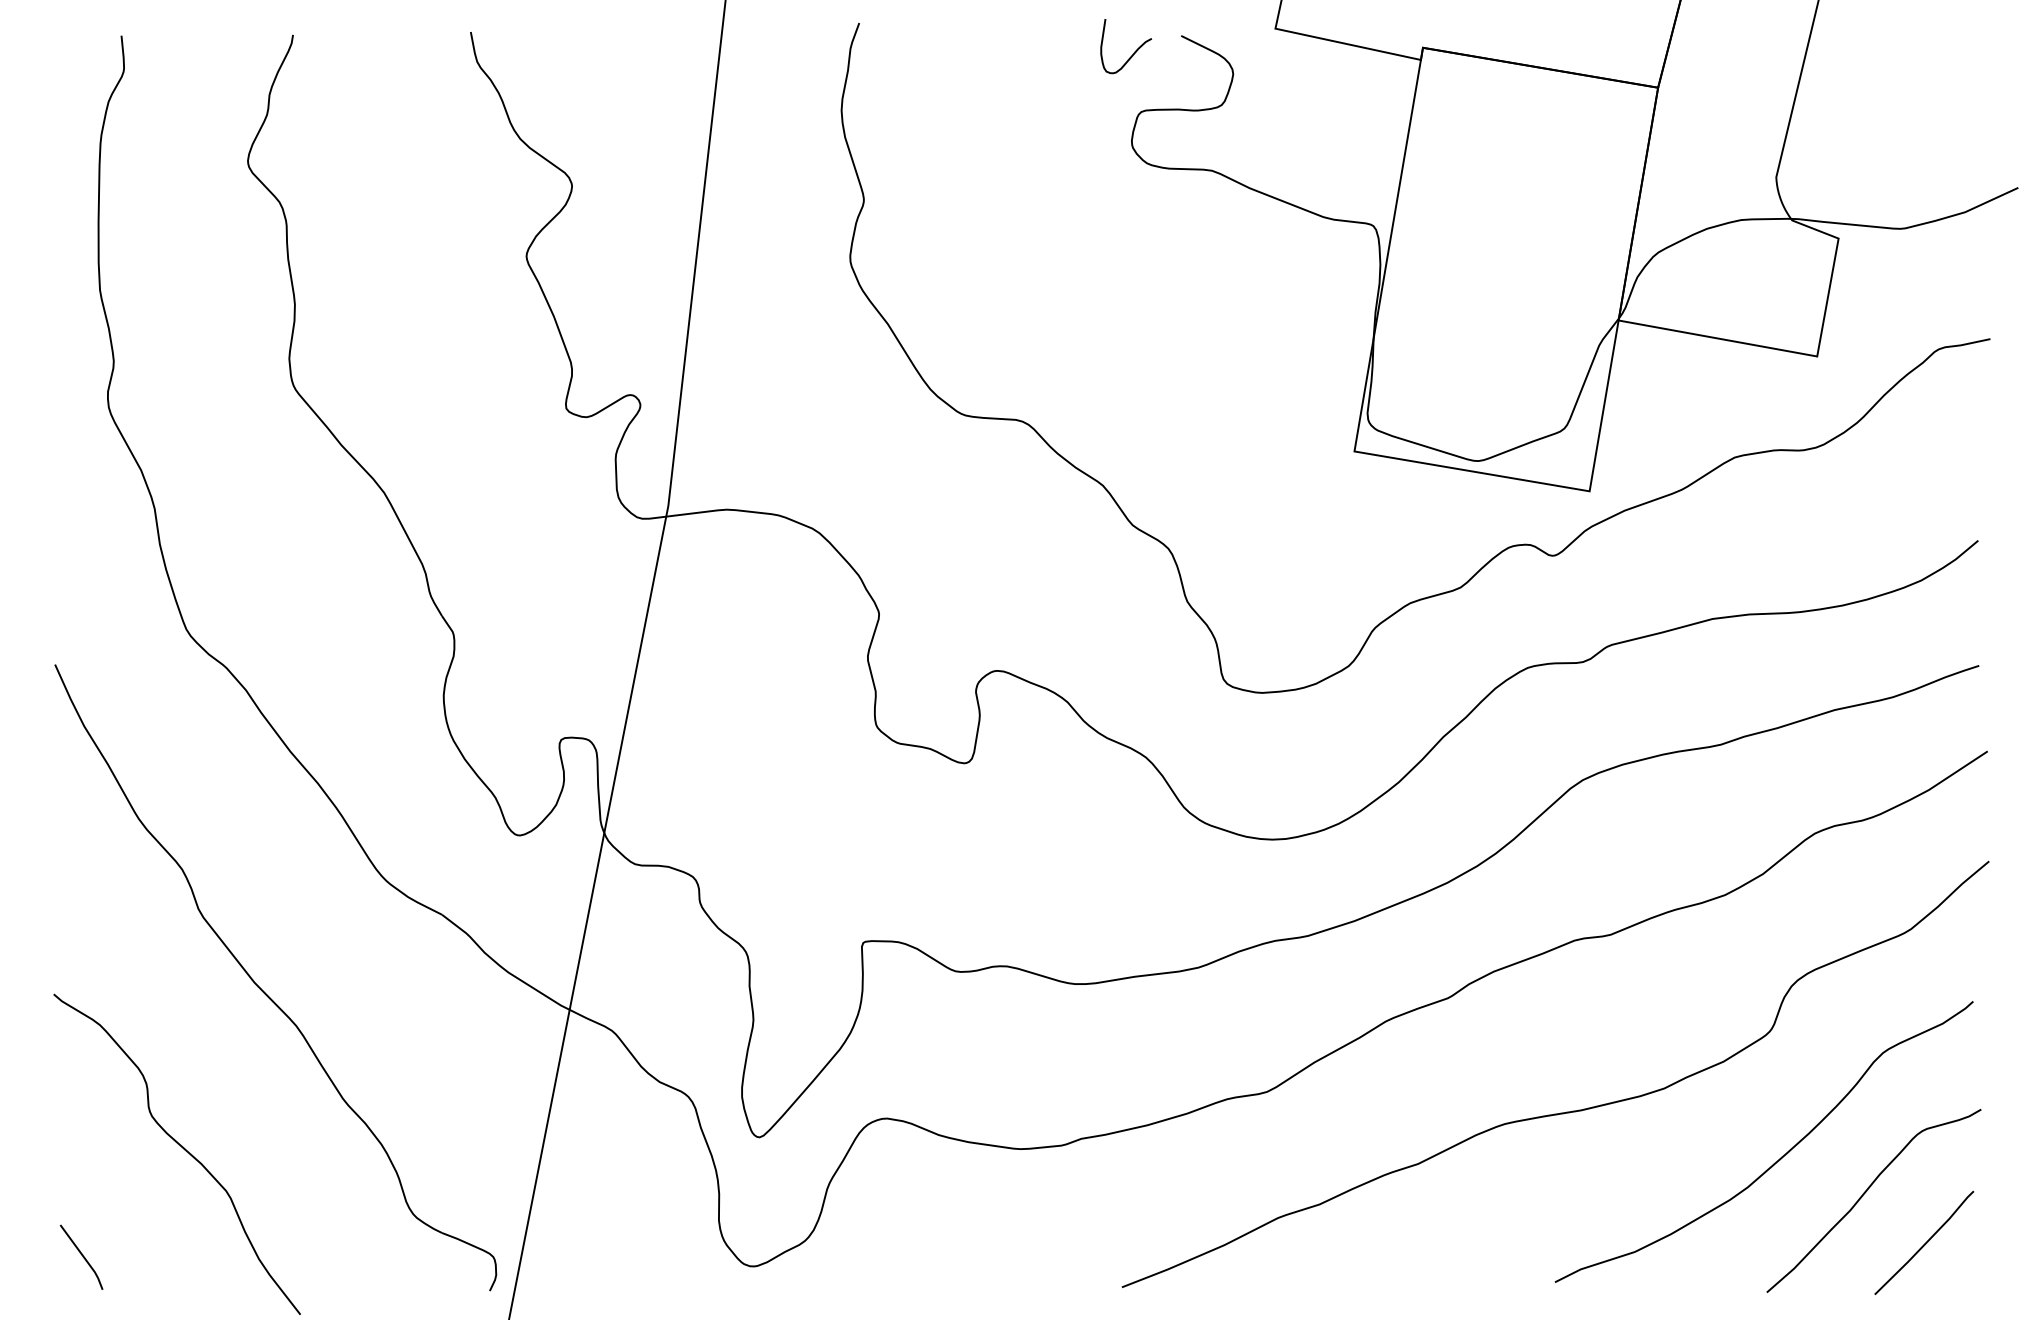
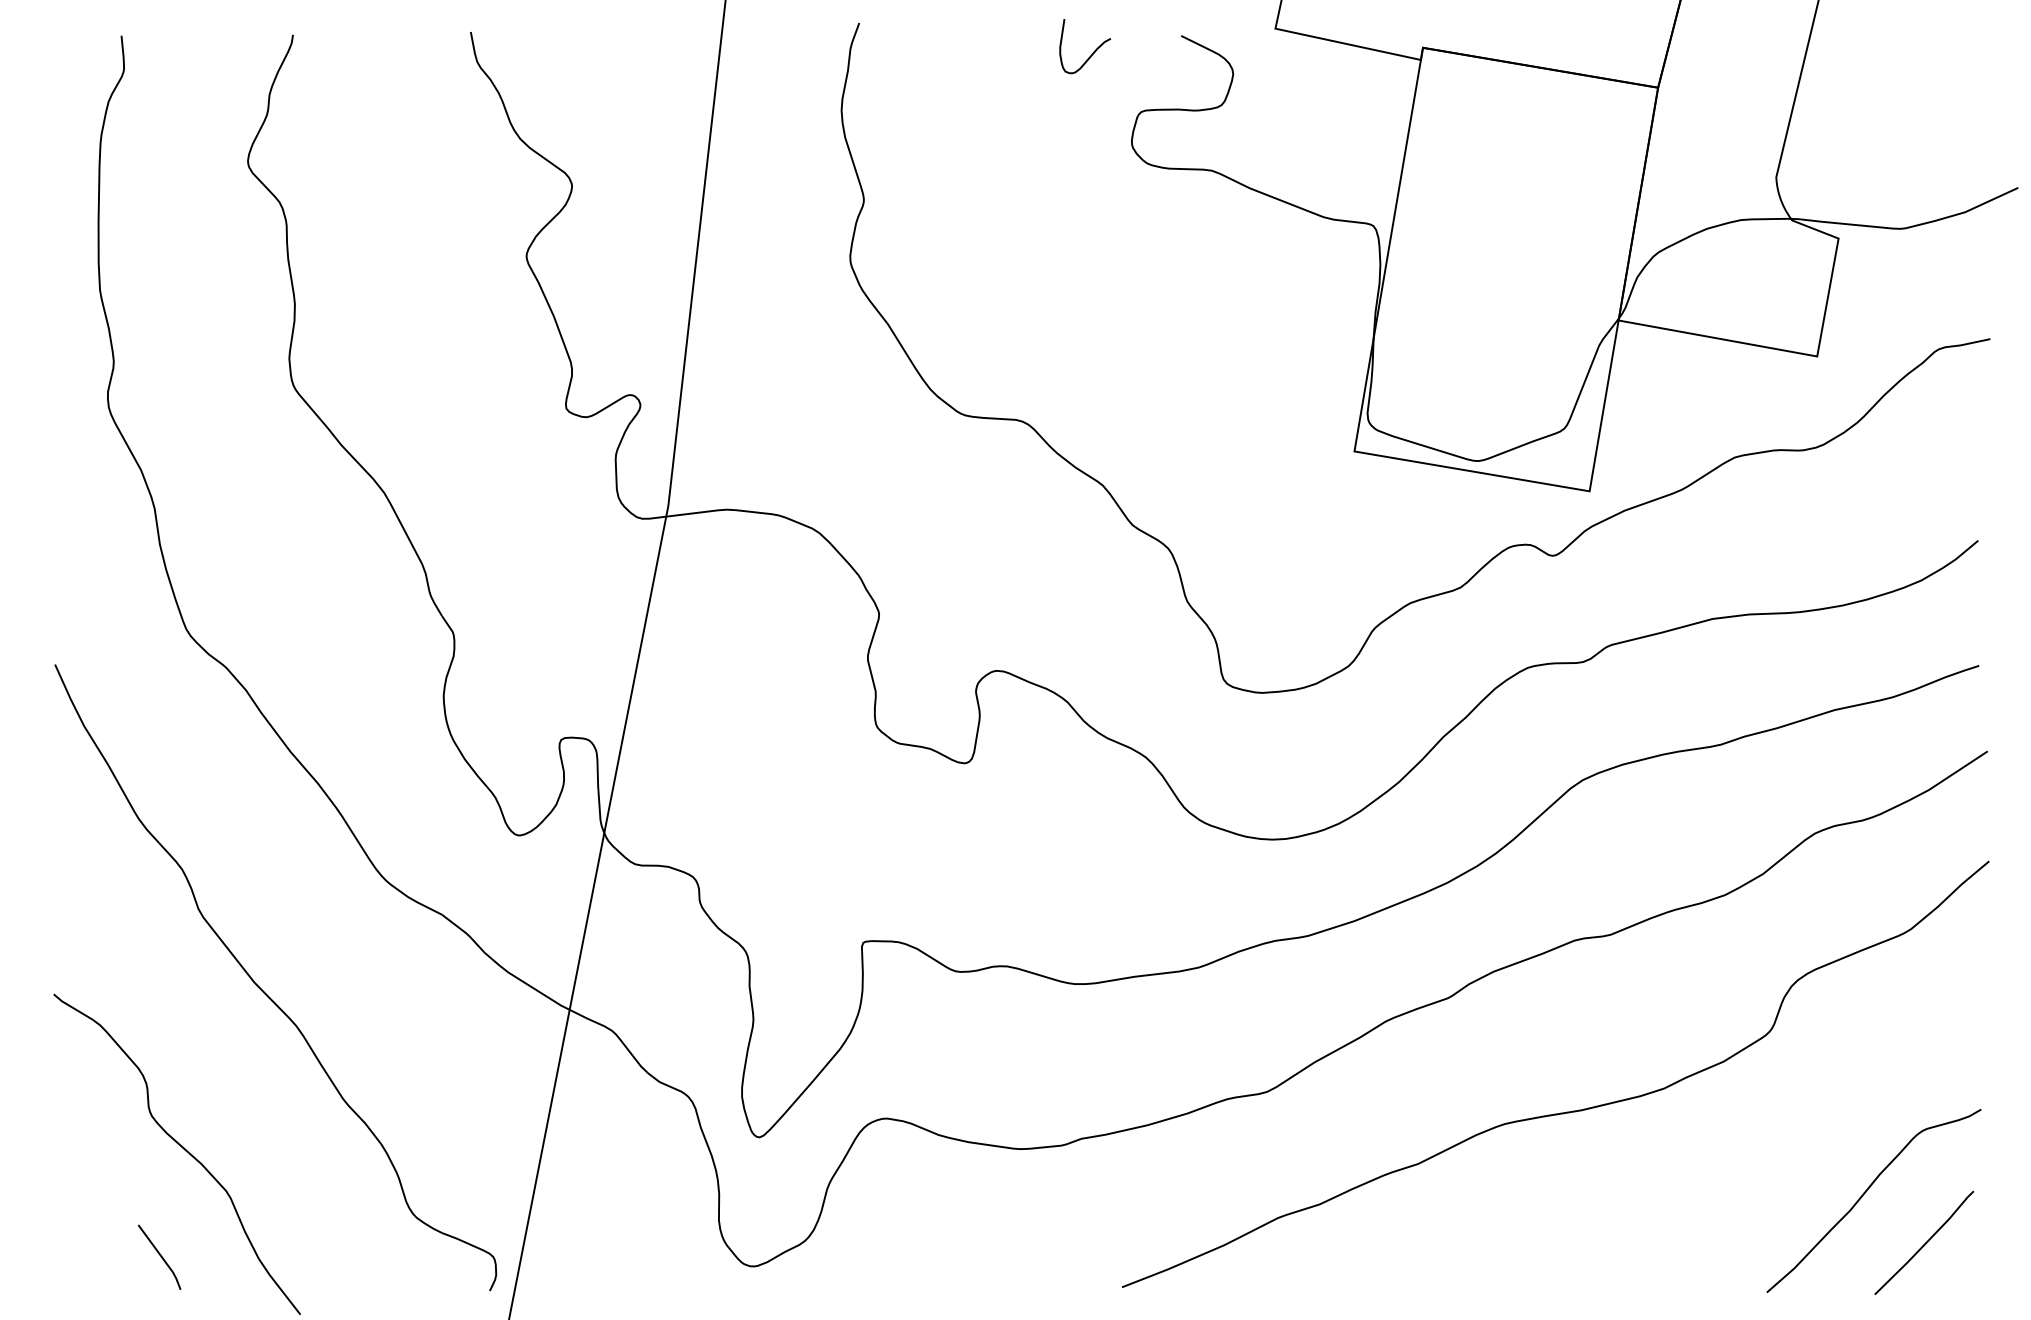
curve at (1133, 52) position: (1133, 52) -> (1092, 52)
curve at (1780, 1157): present -> none
line at (81, 1255) position: (81, 1255) -> (159, 1255)
